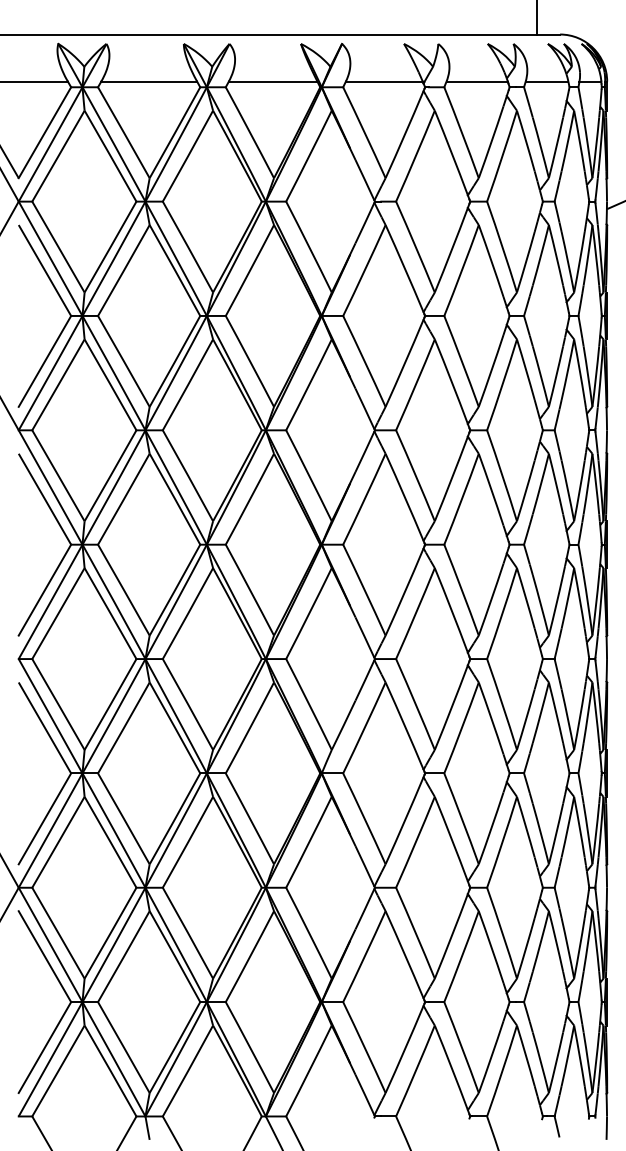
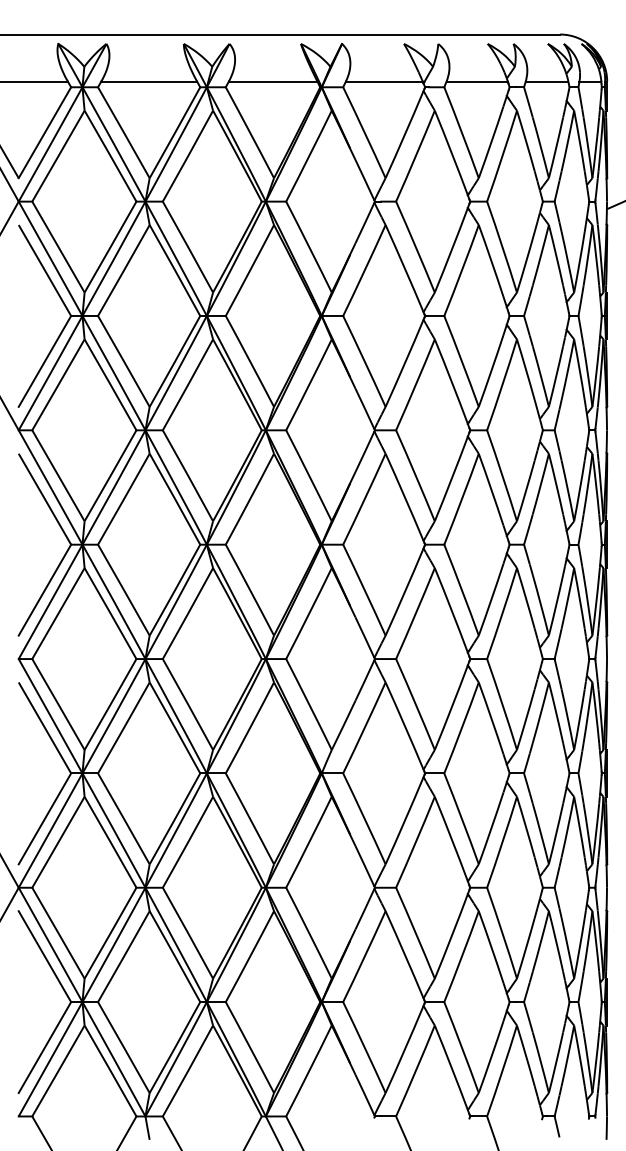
line at (536, 18): present -> none
